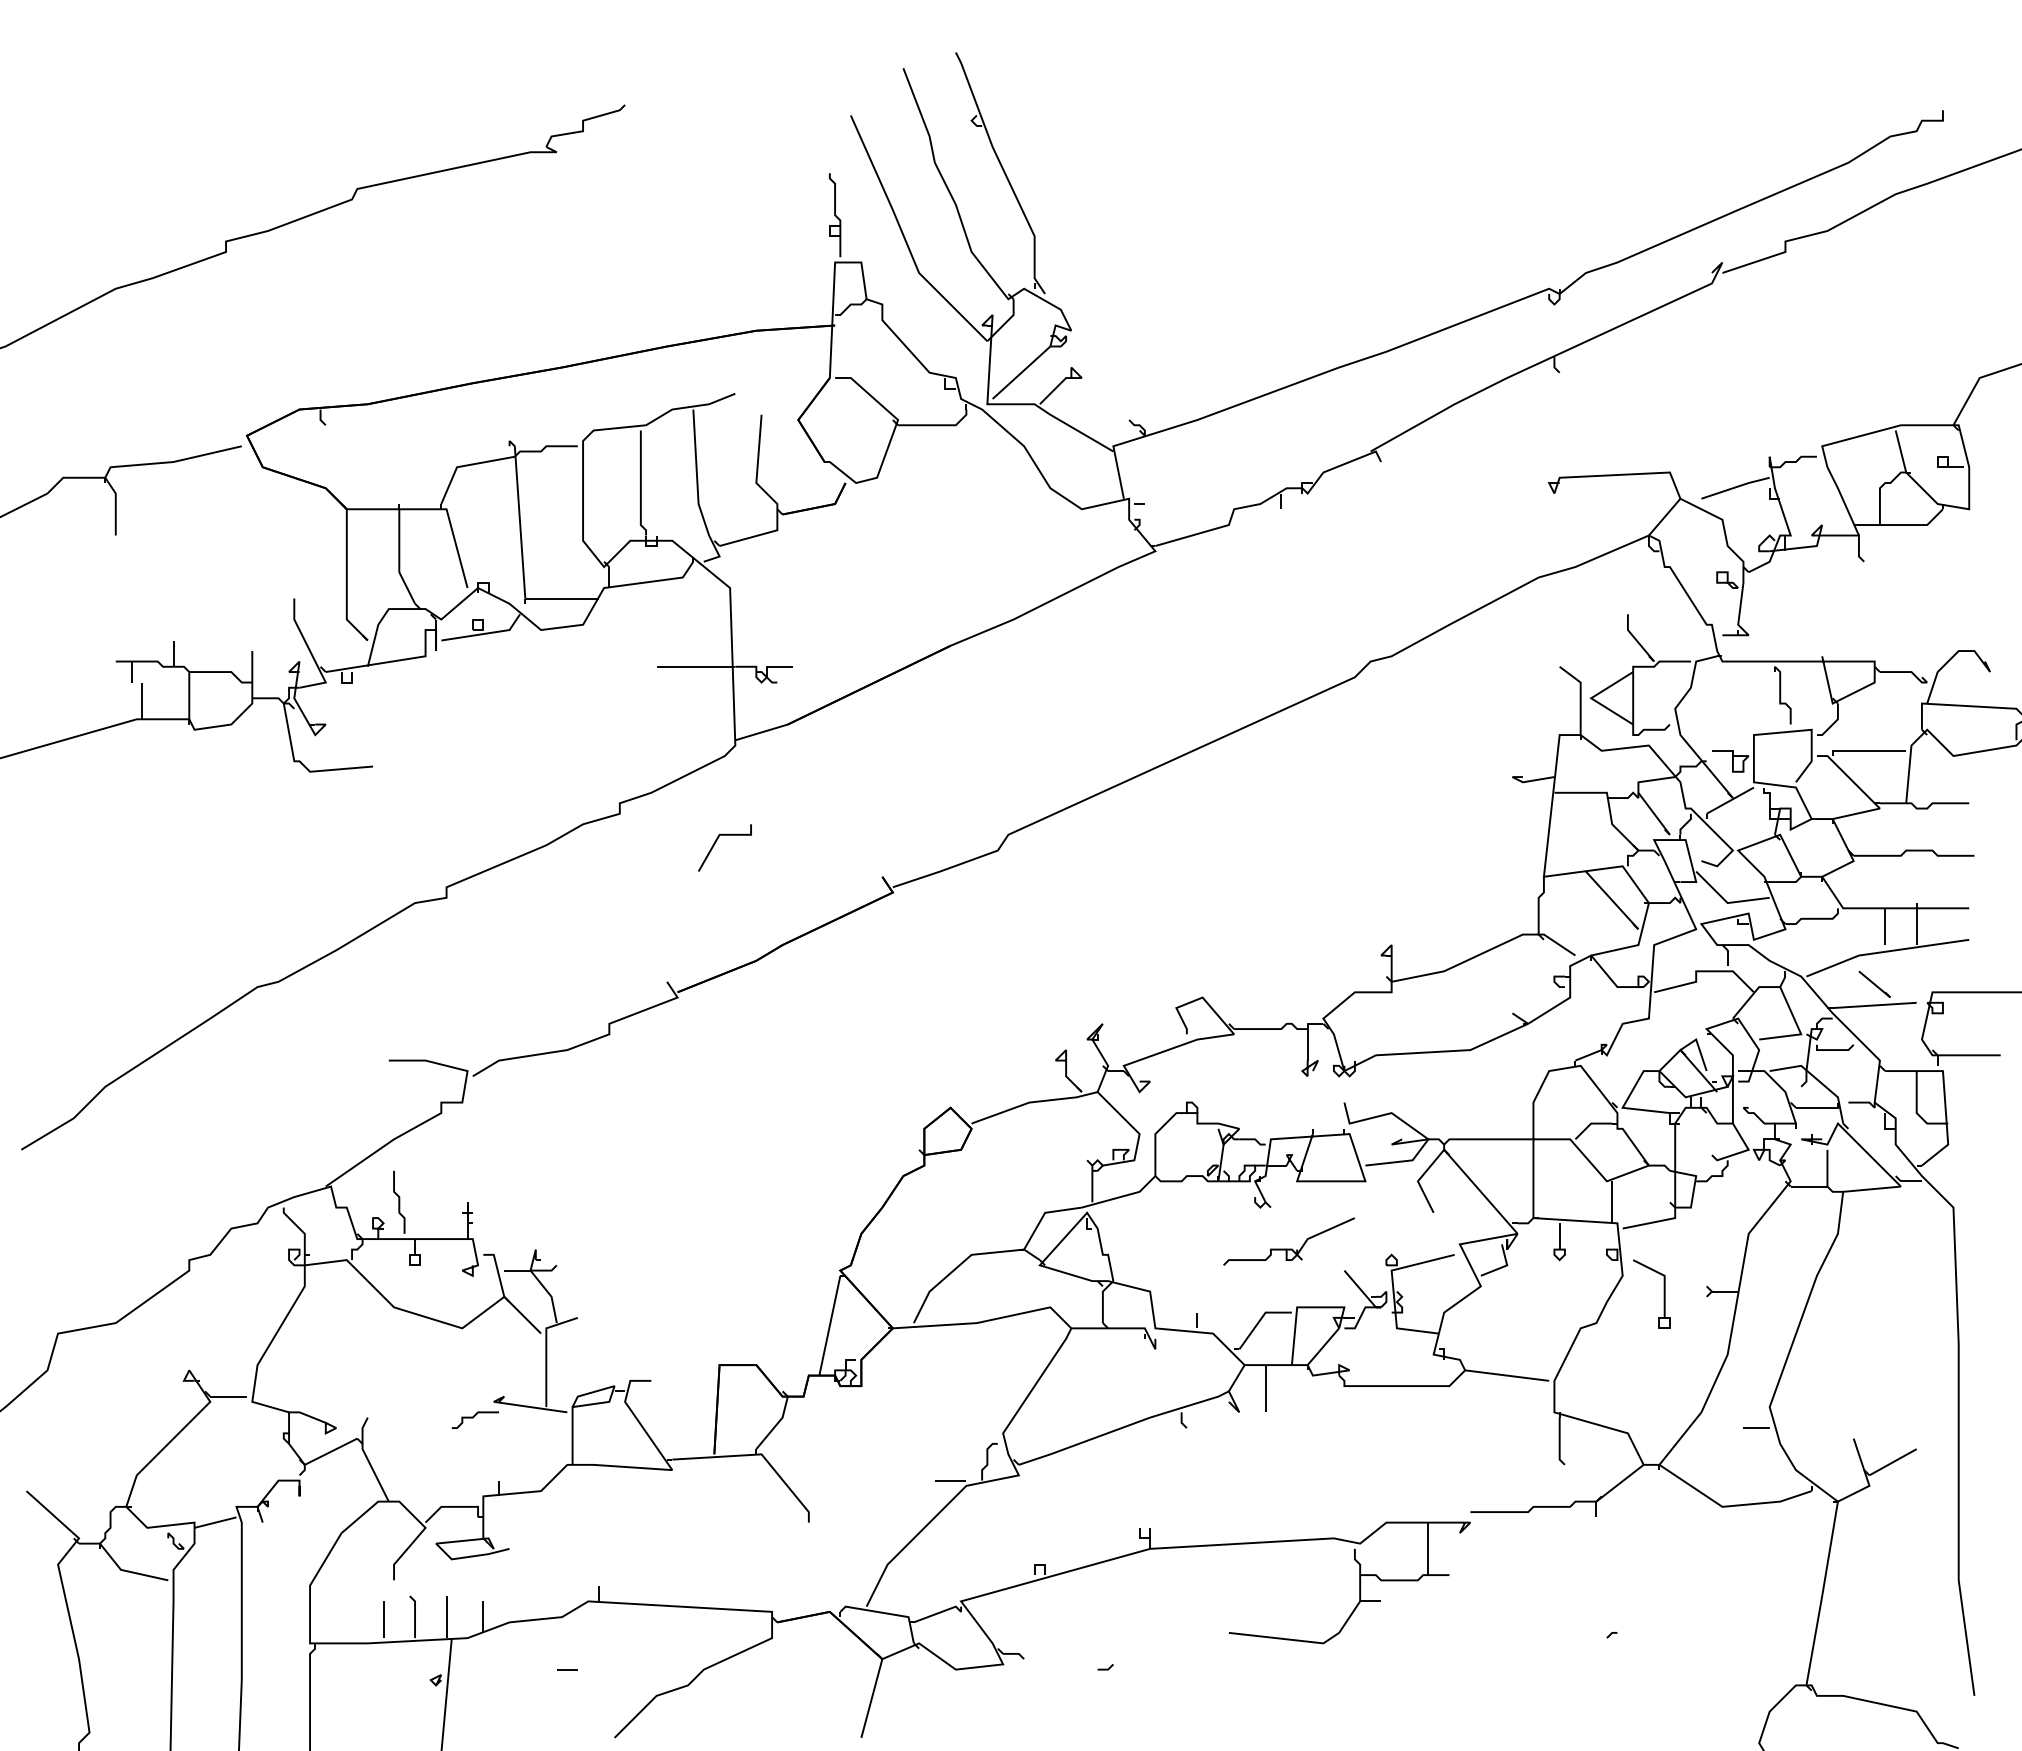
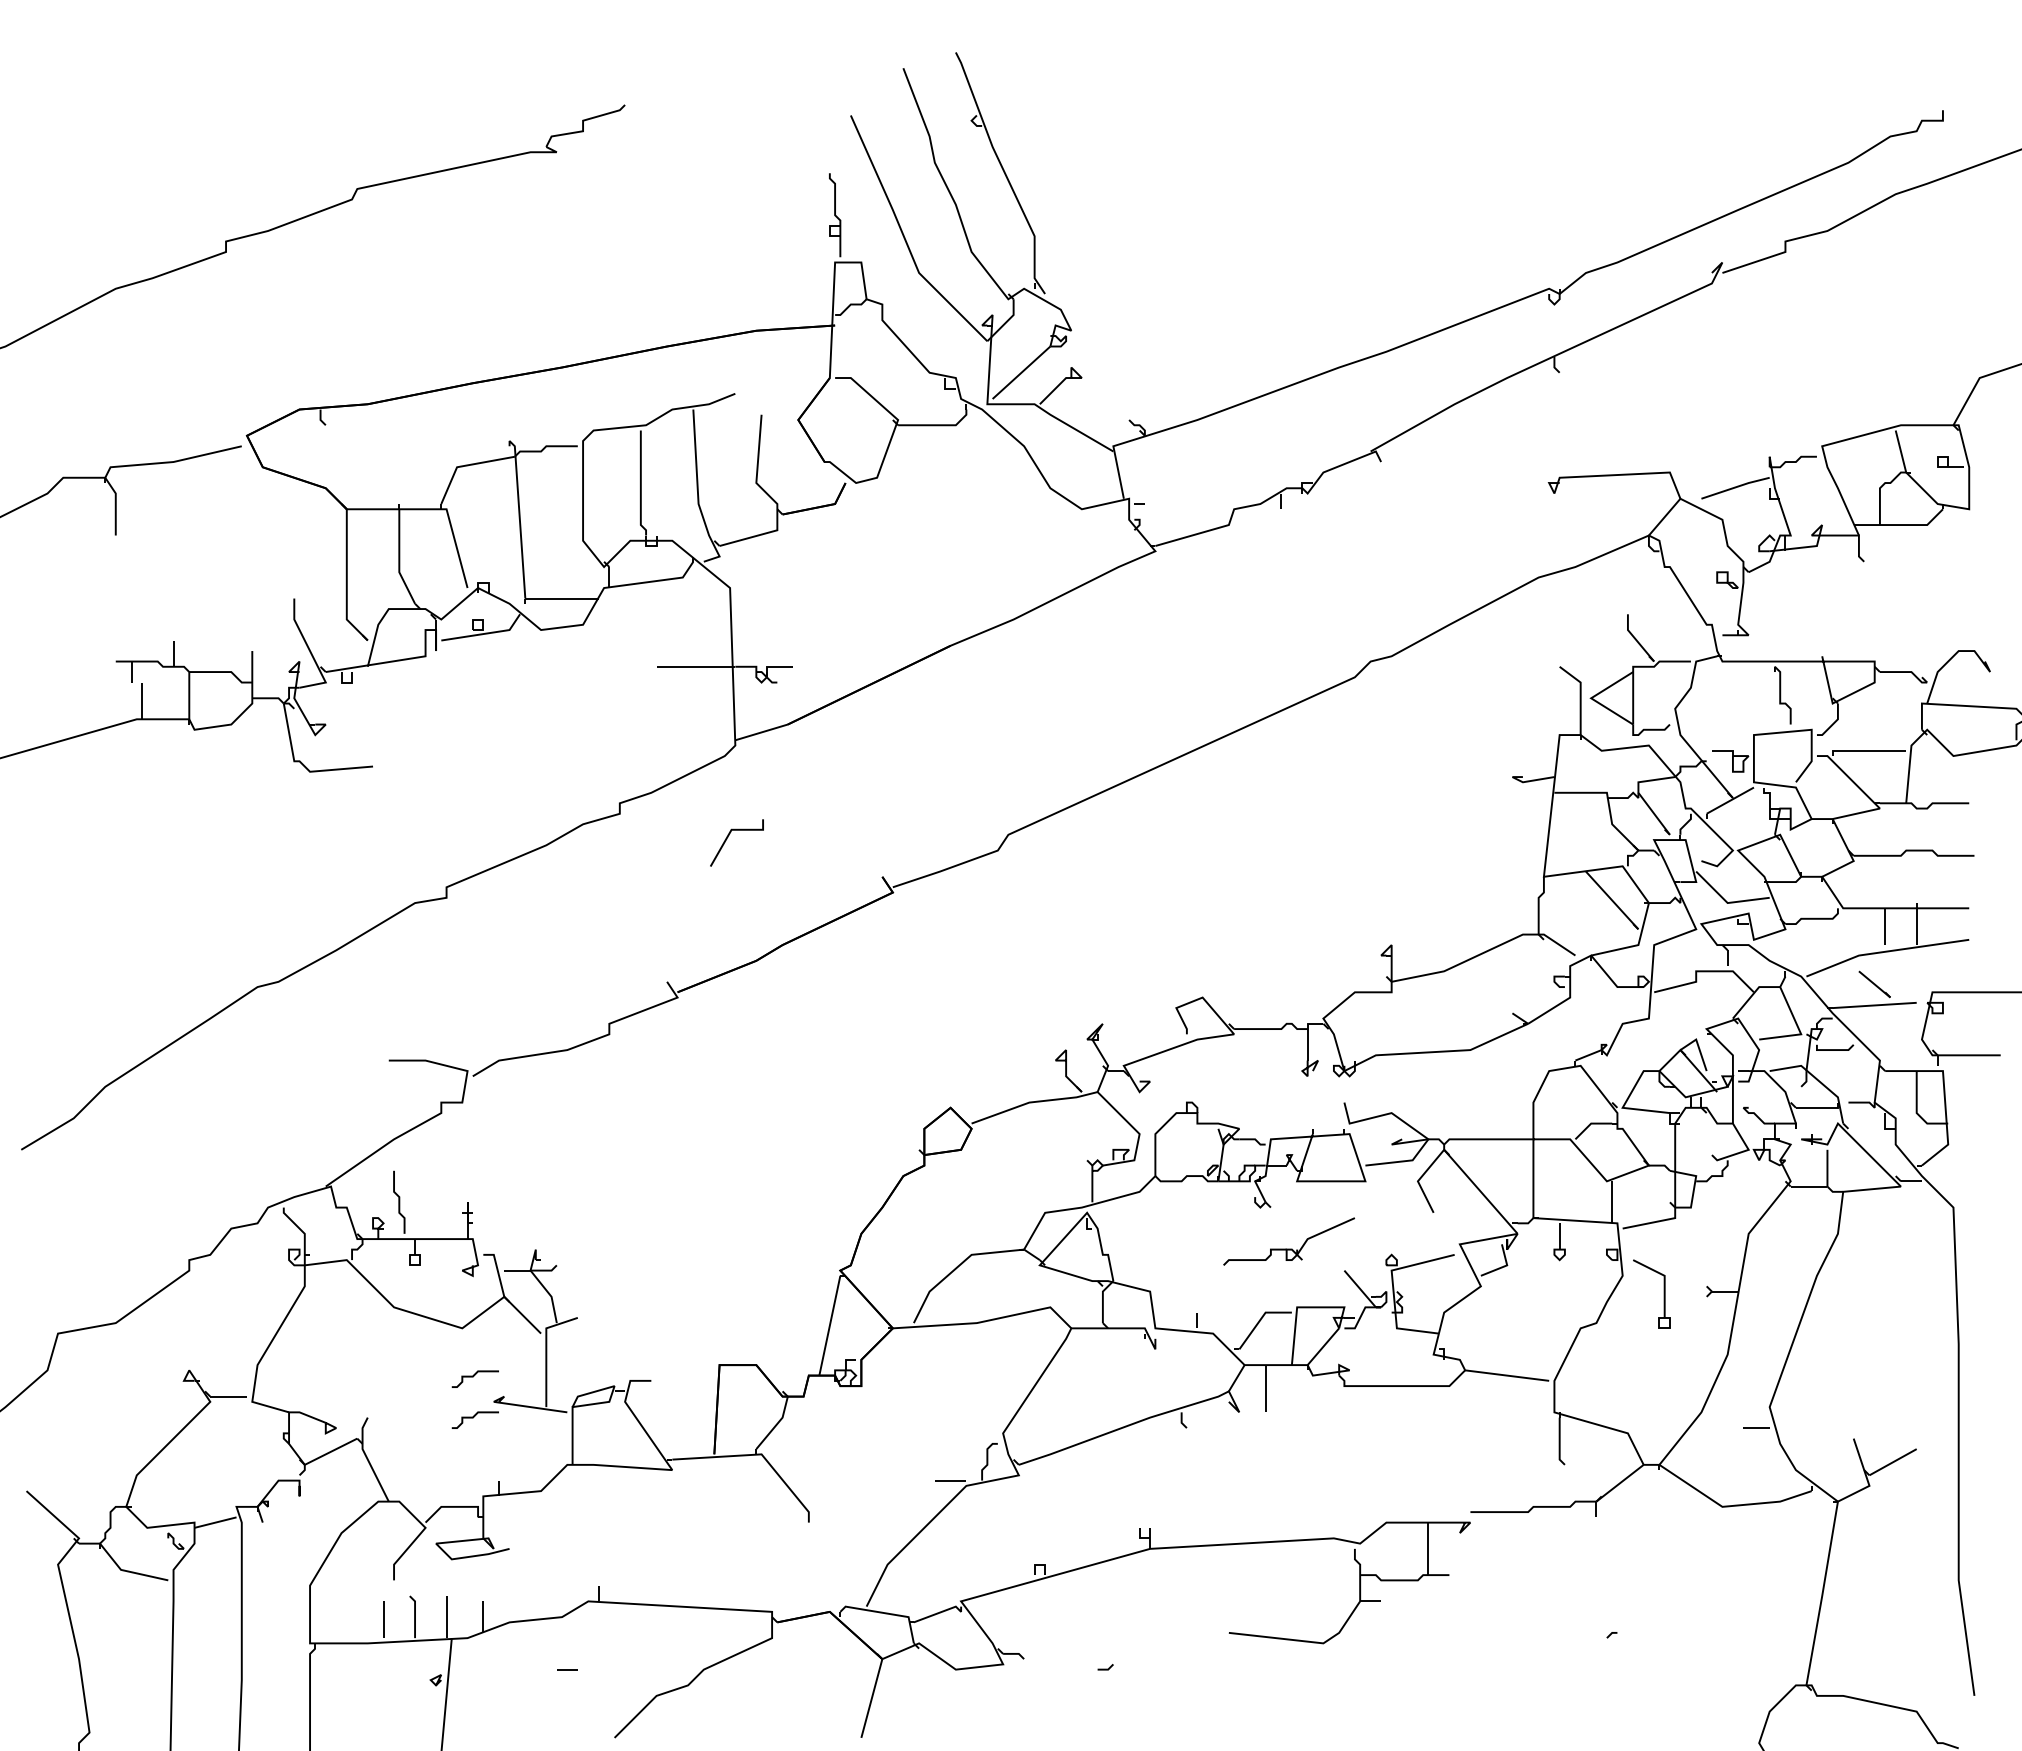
line at (716, 842) position: (716, 842) -> (728, 837)
curve at (473, 1377): none -> present
